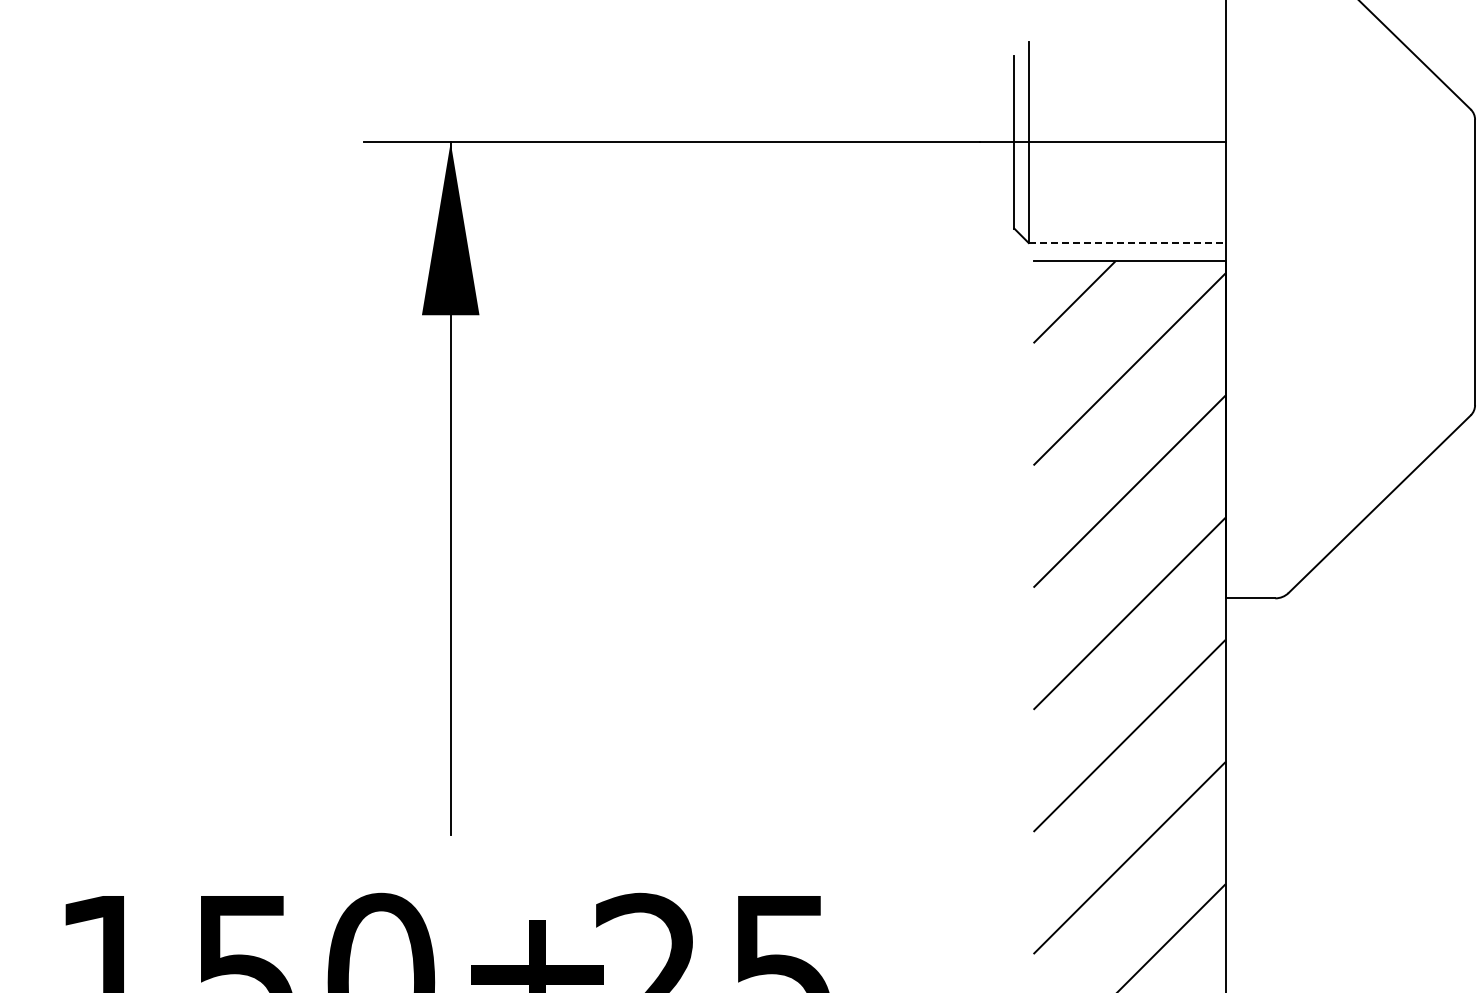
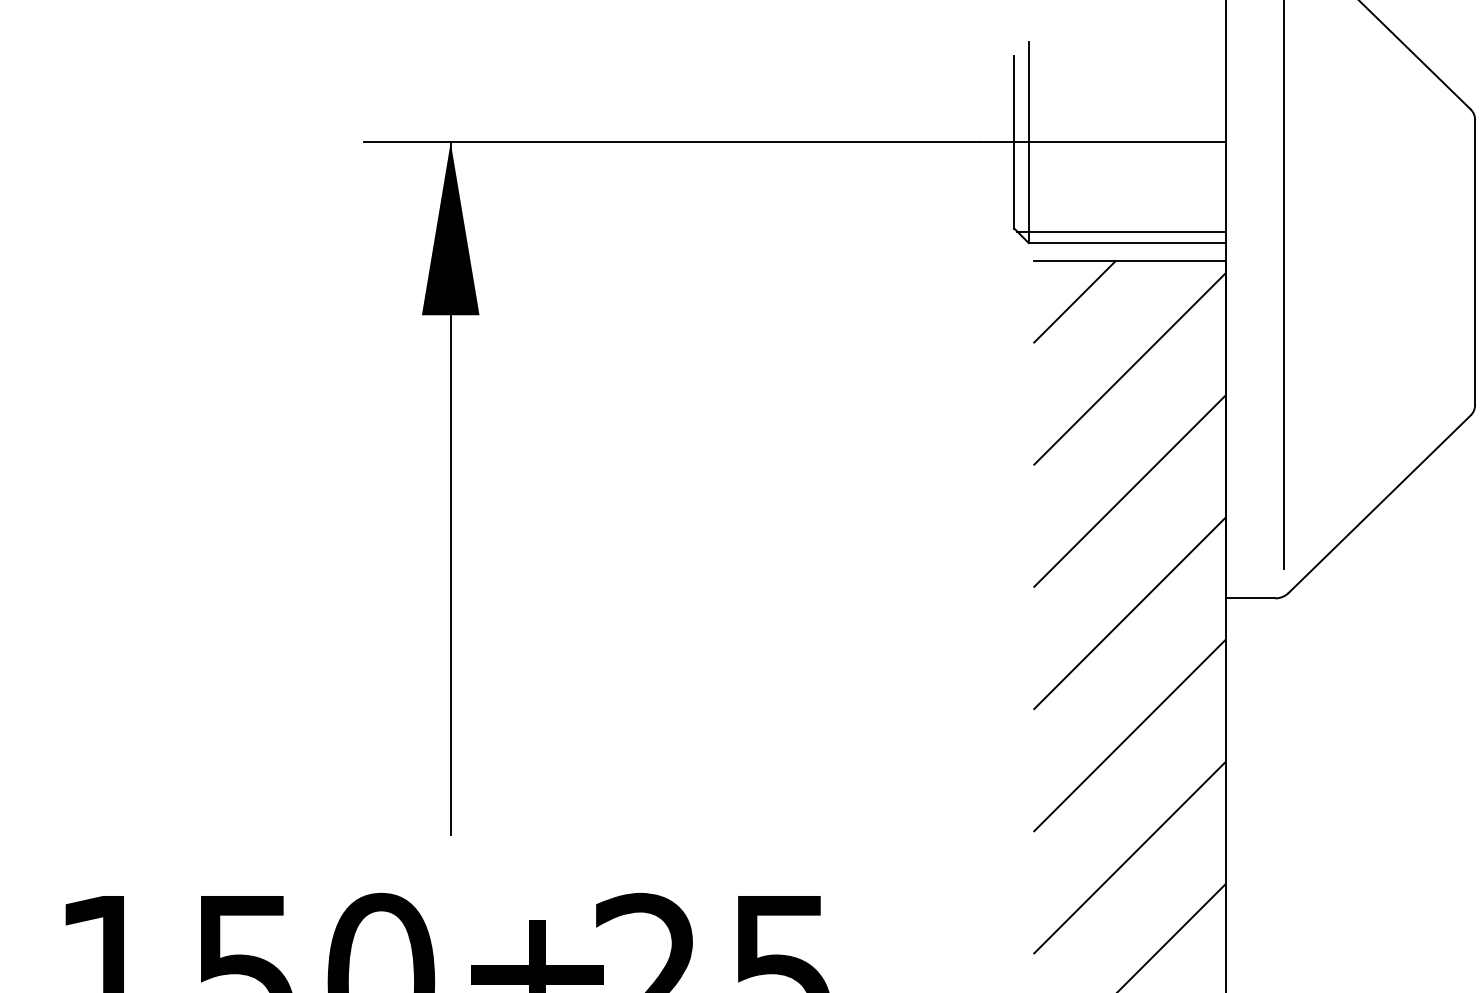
line at (1121, 231): none -> present
line at (1127, 243): dashed -> solid
line at (1284, 285): none -> present
